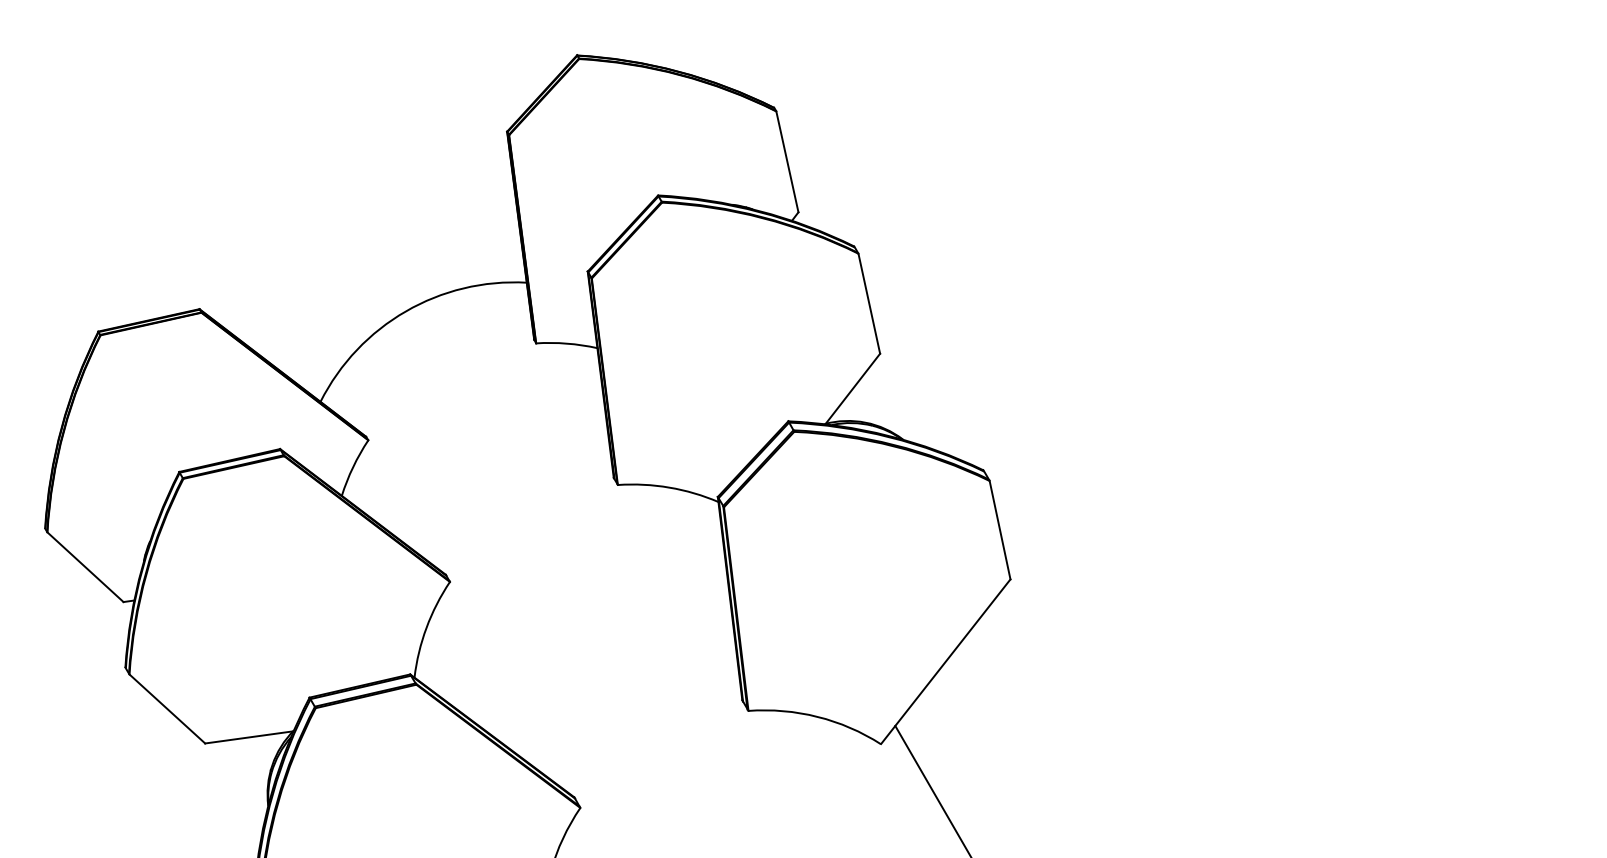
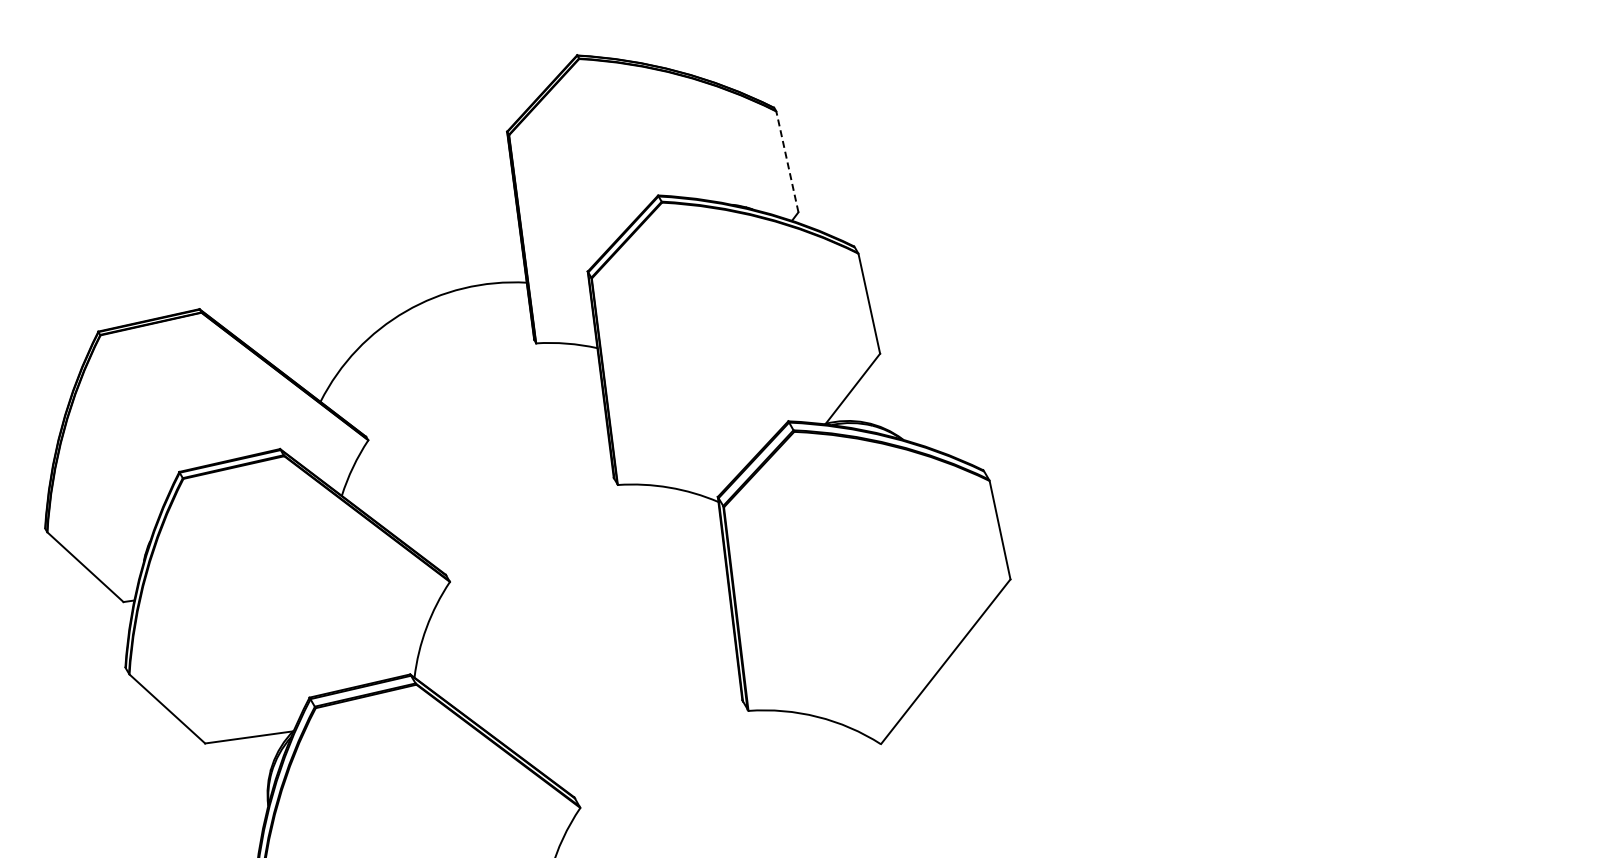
line at (787, 161): solid -> dashed
line at (932, 789): present -> none
